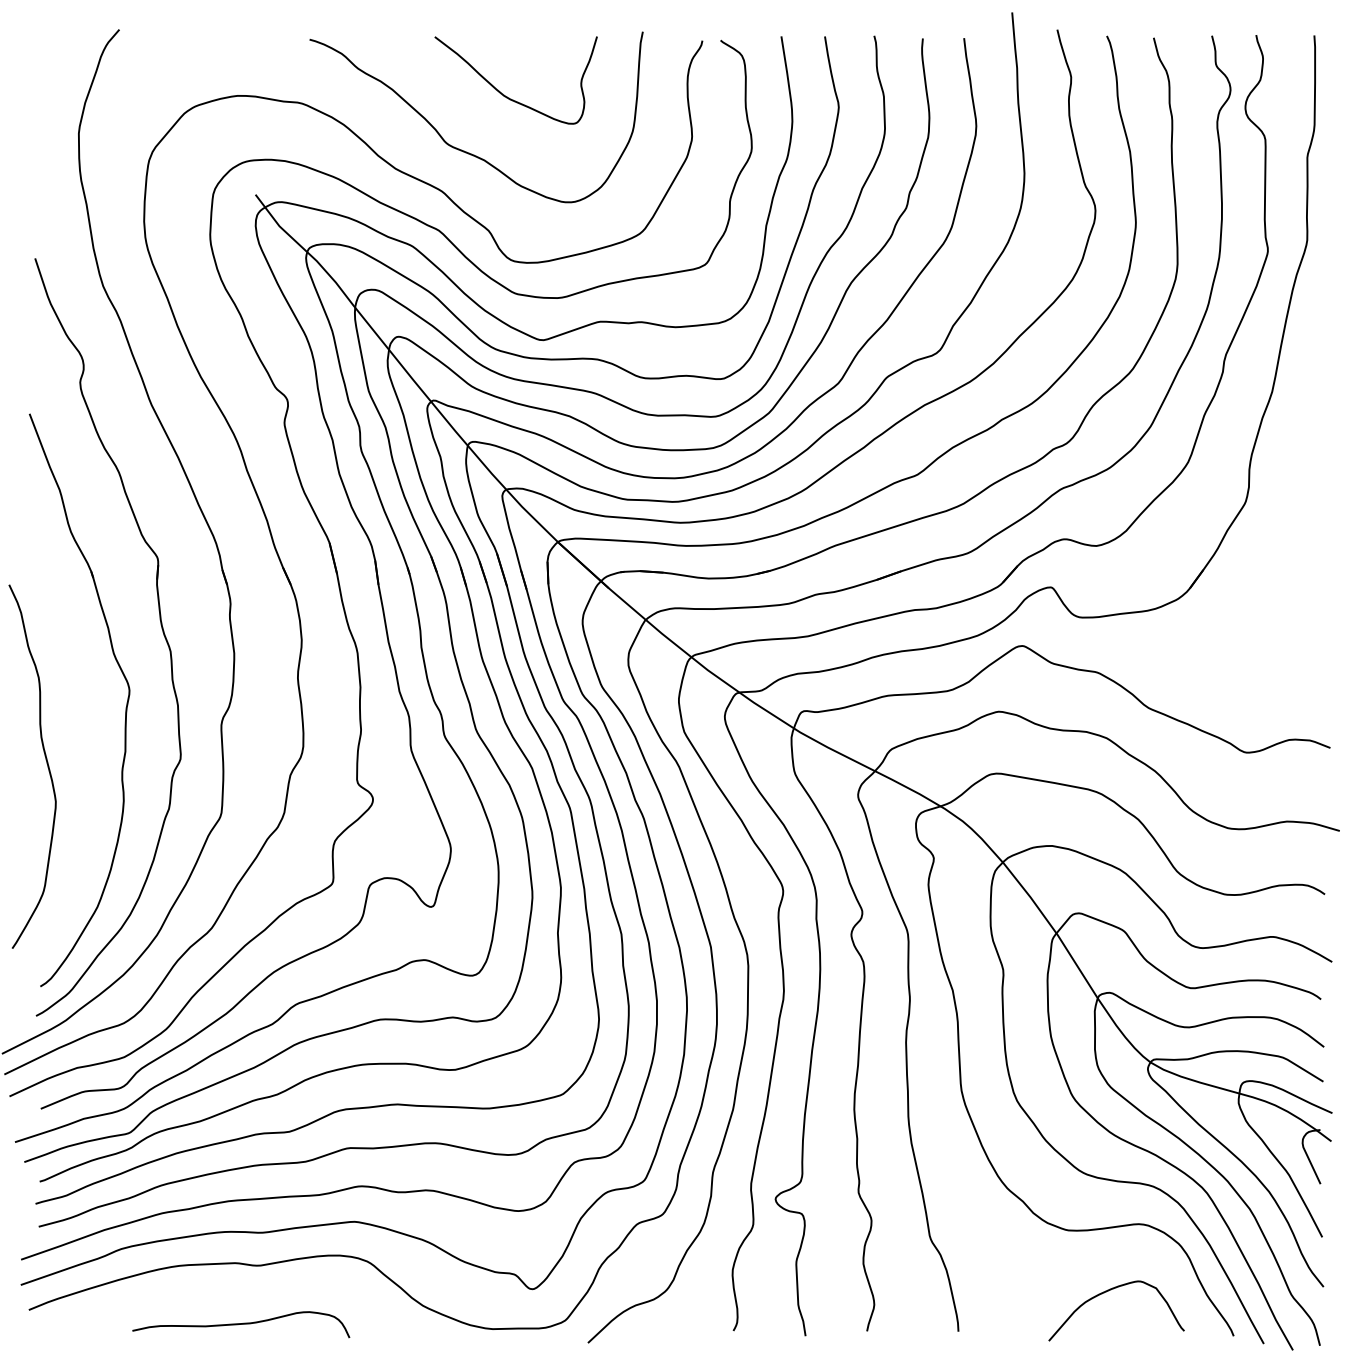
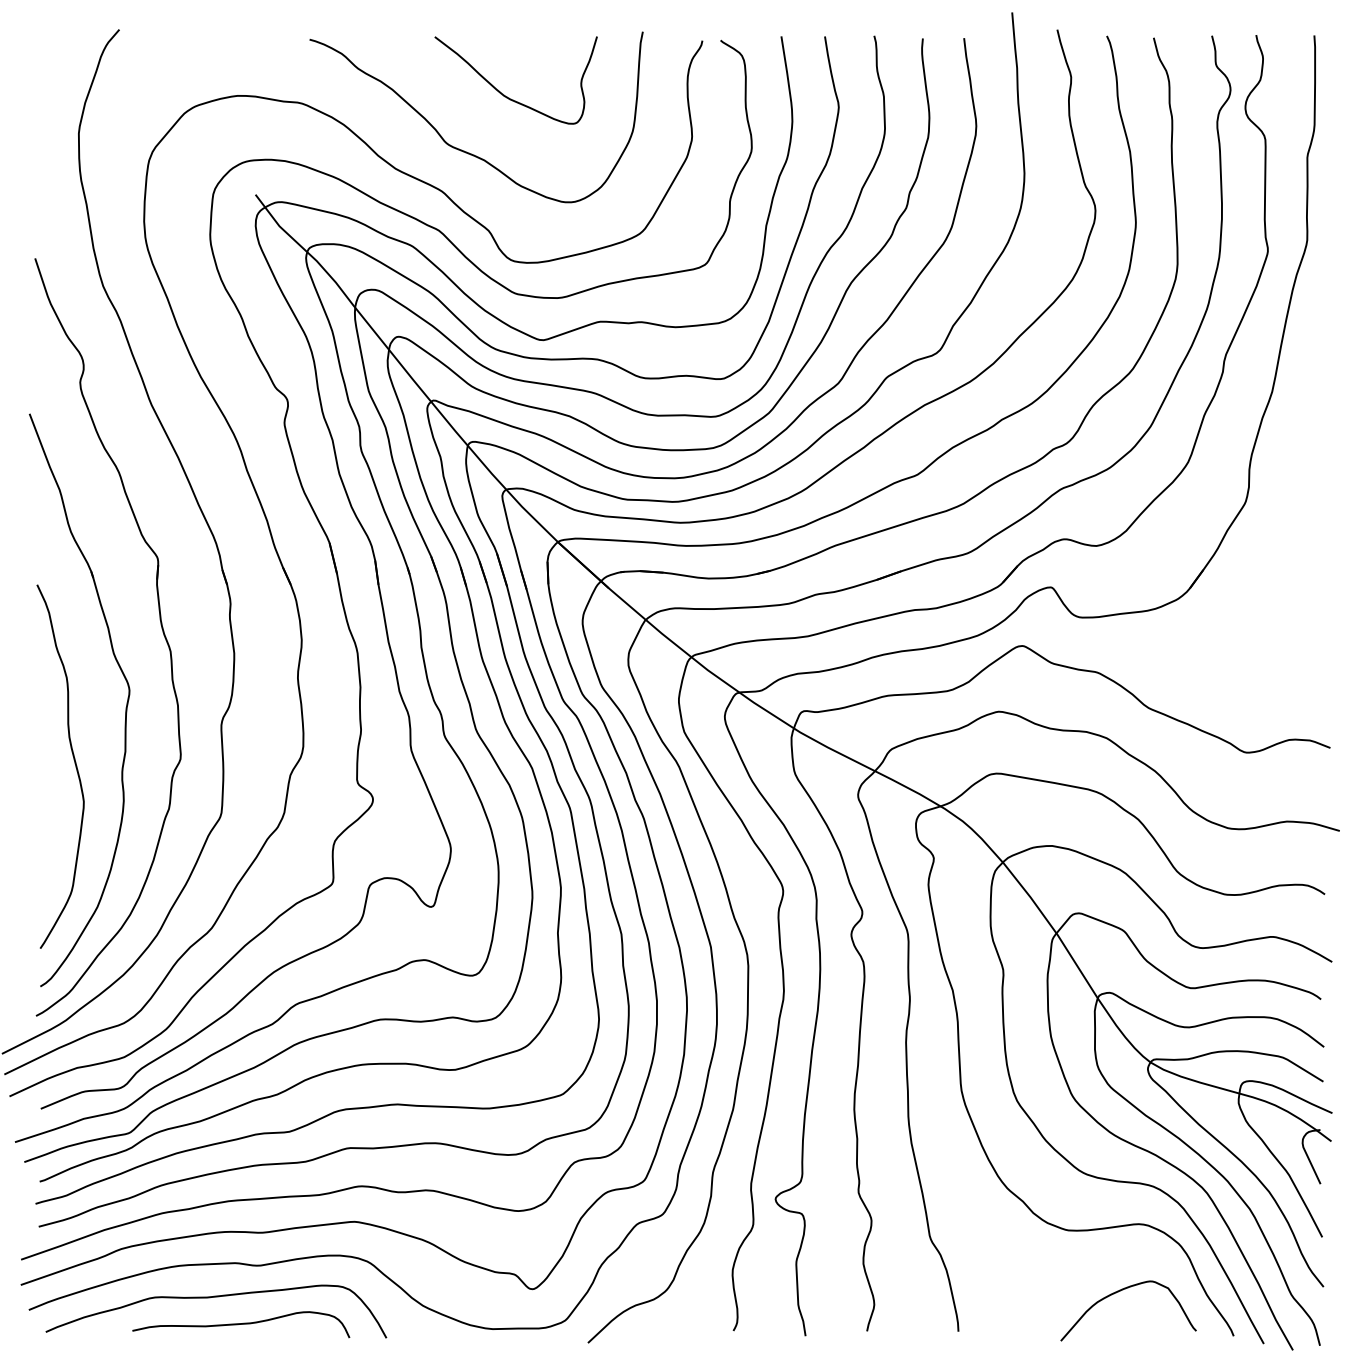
curve at (45, 760) position: (45, 760) -> (73, 760)
curve at (1106, 1292) position: (1106, 1292) -> (1118, 1292)
curve at (216, 1297): none -> present
